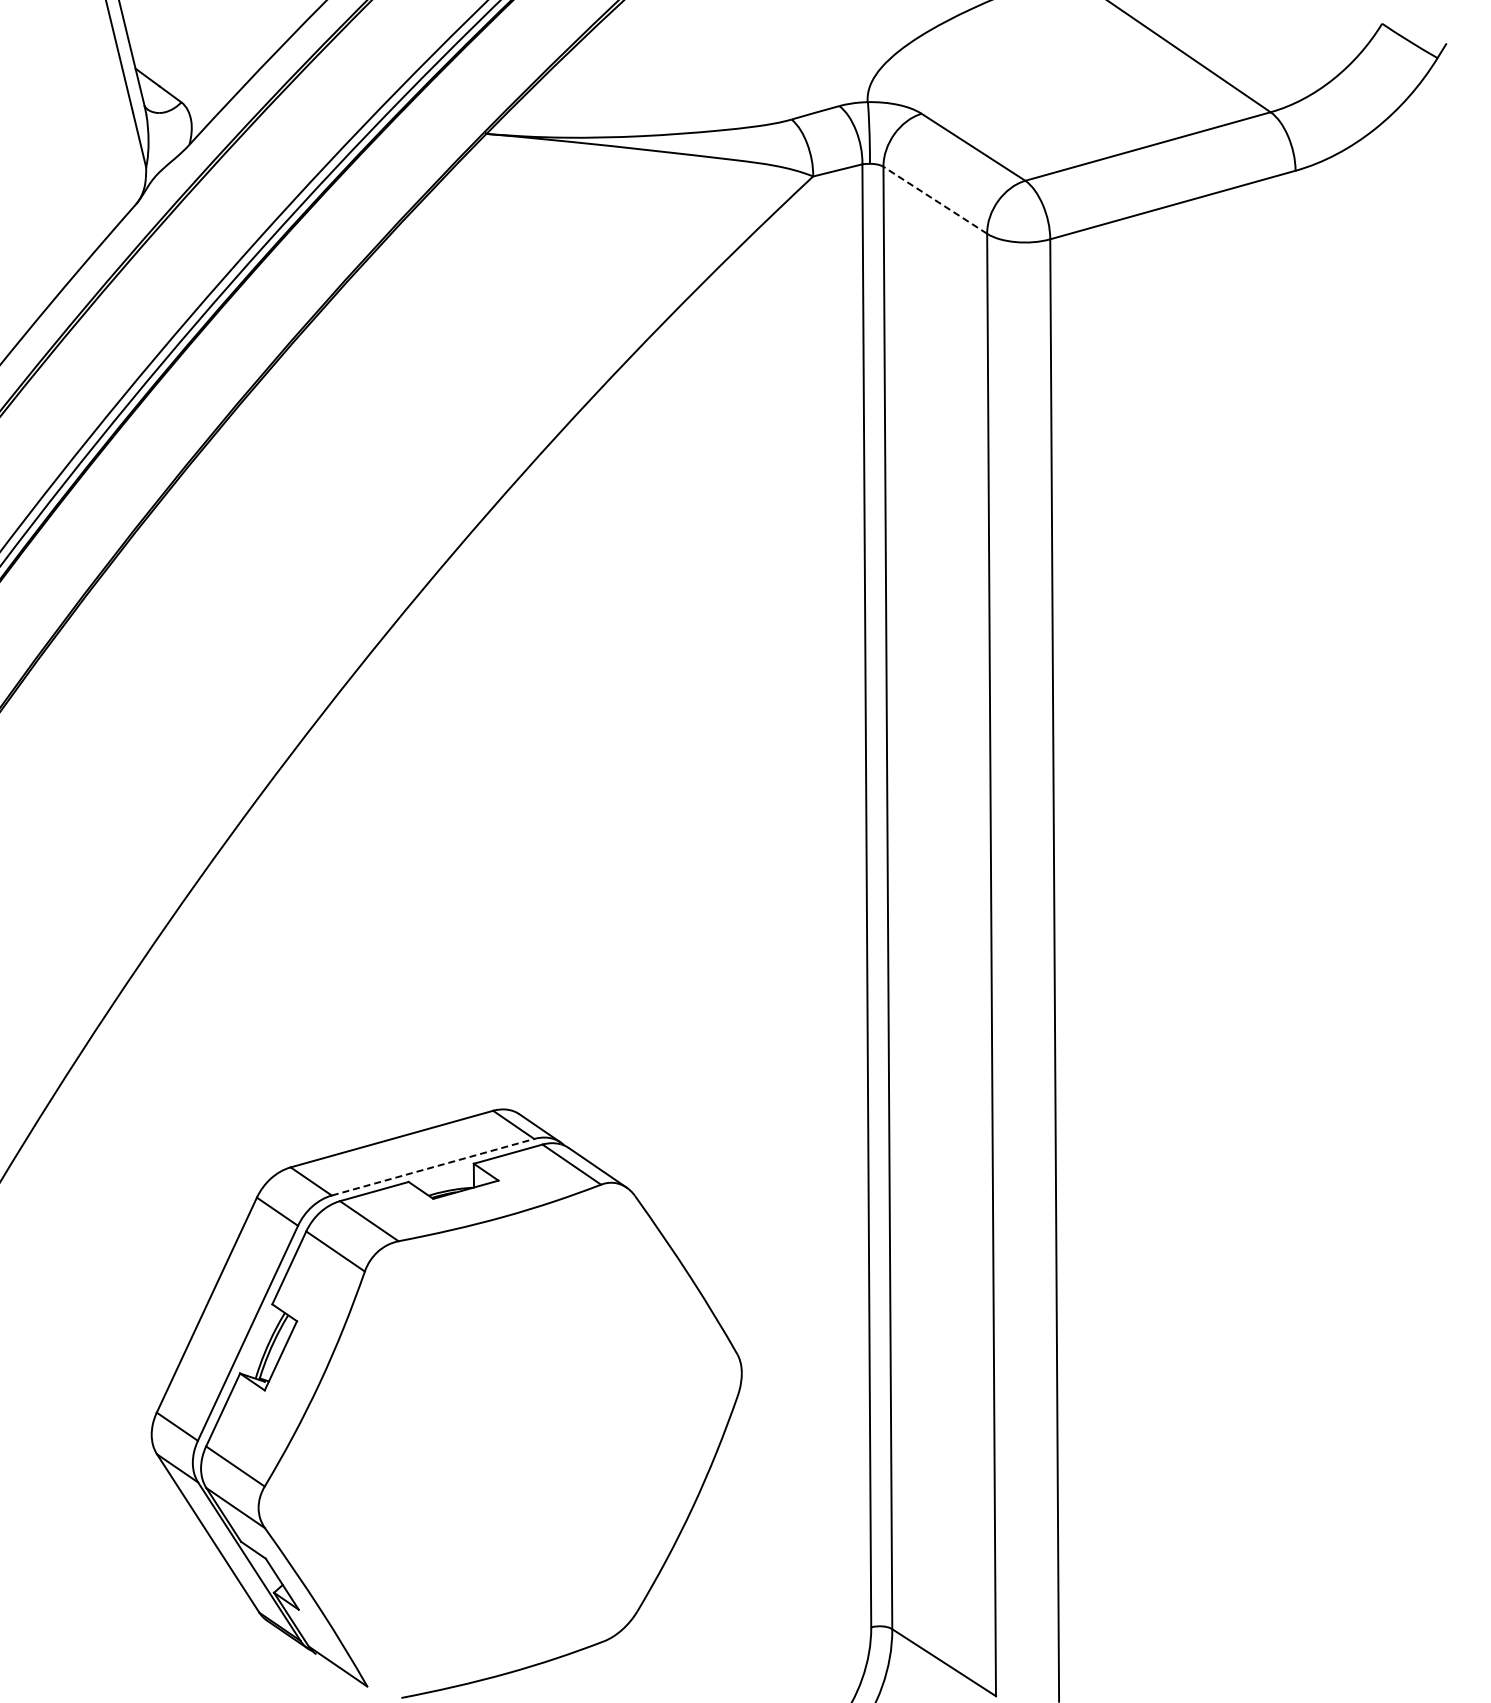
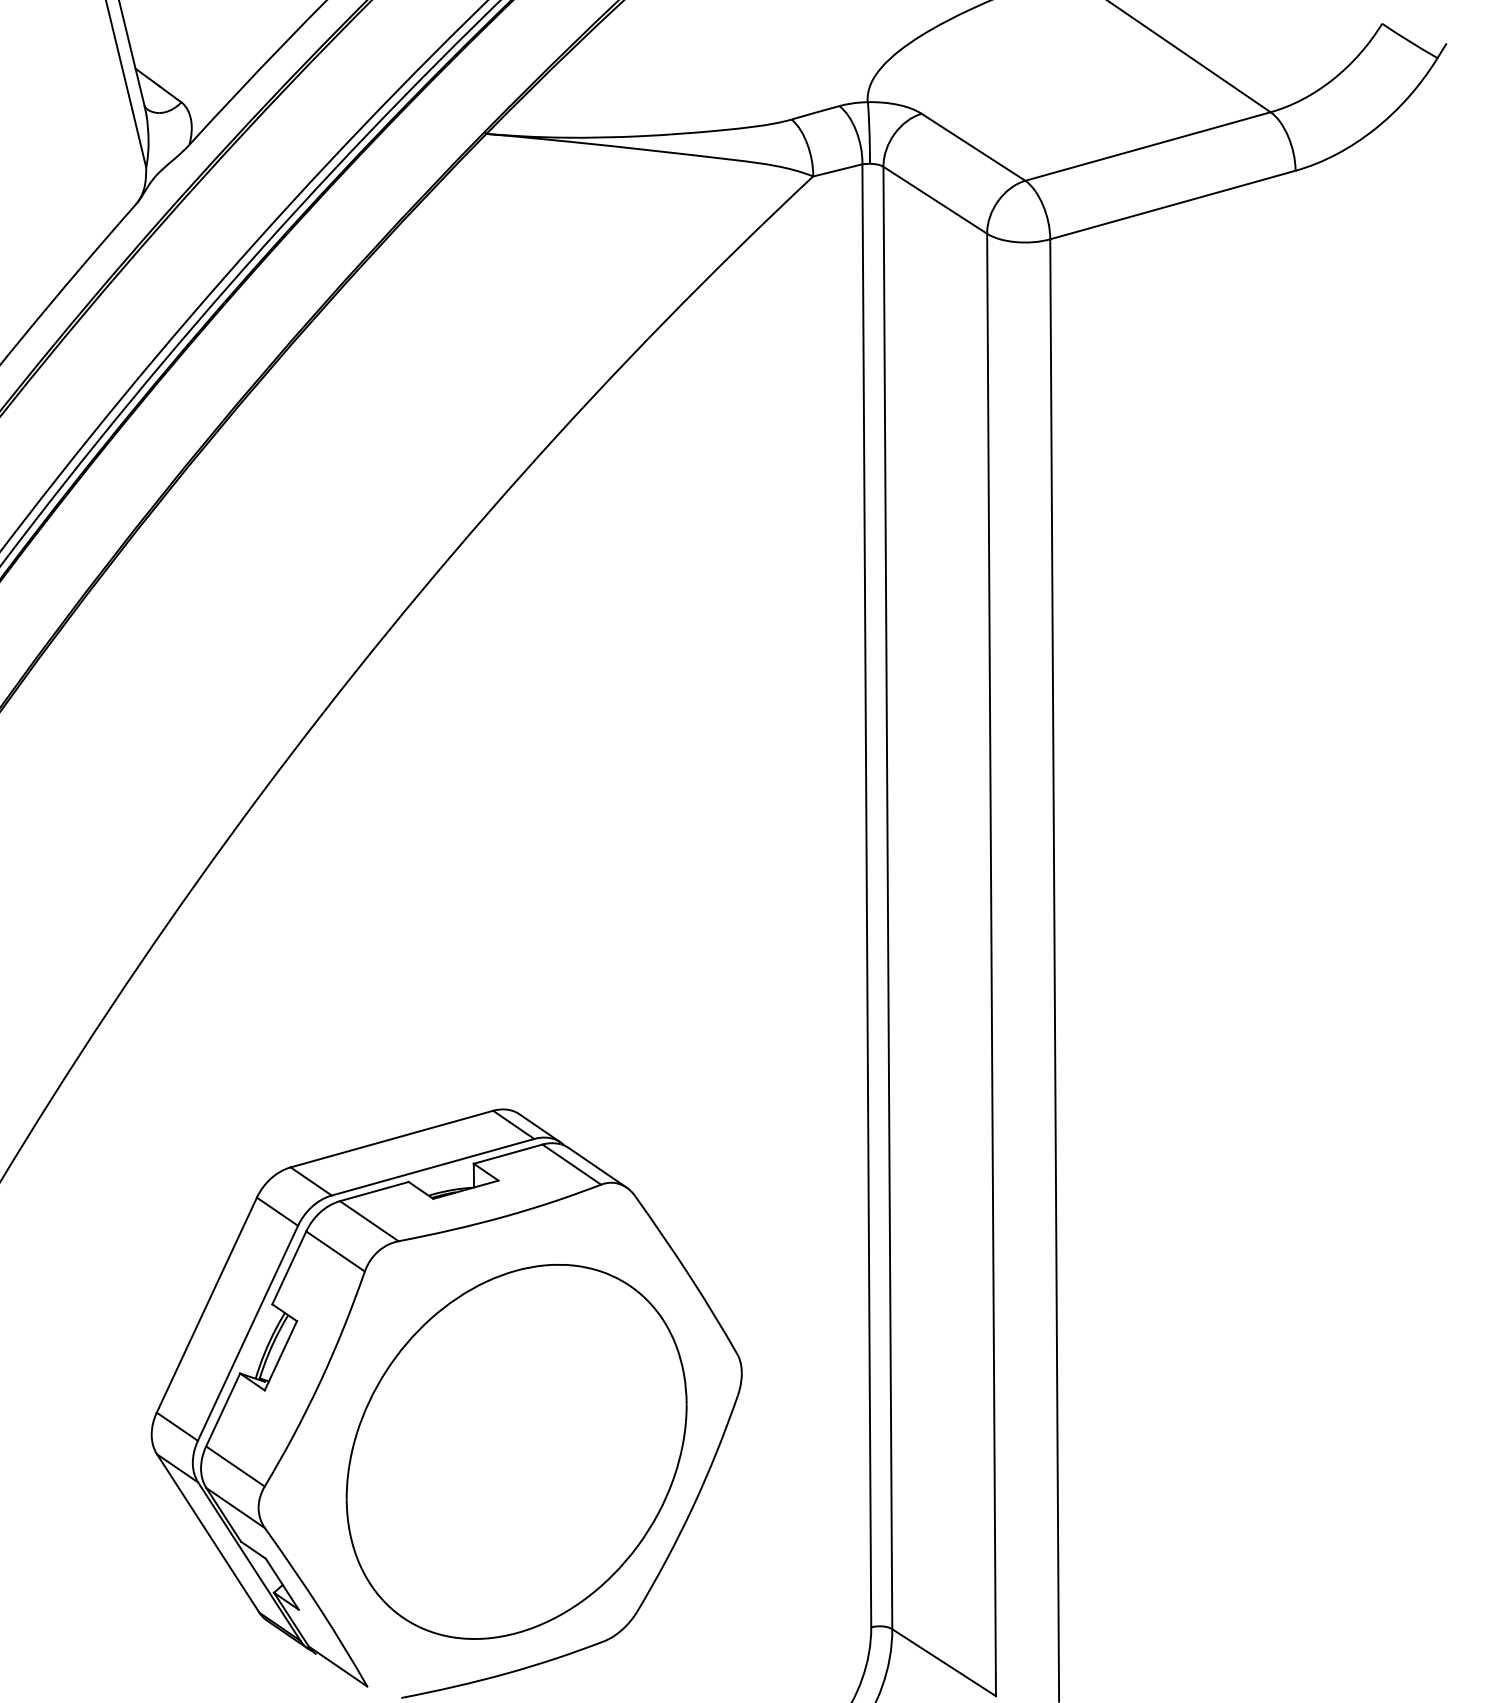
line at (935, 200): dashed -> solid
line at (433, 1167): dashed -> solid
part at (516, 1451): none -> present
